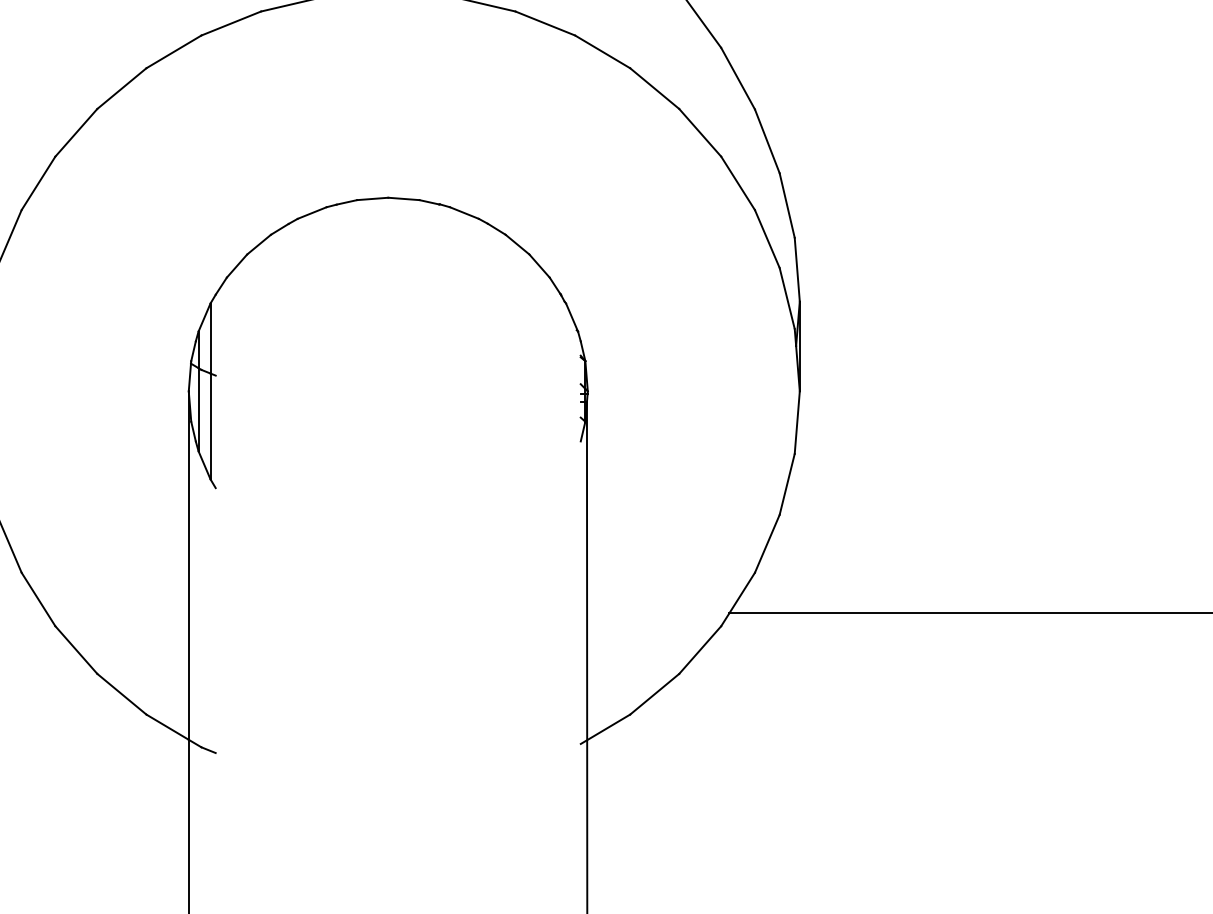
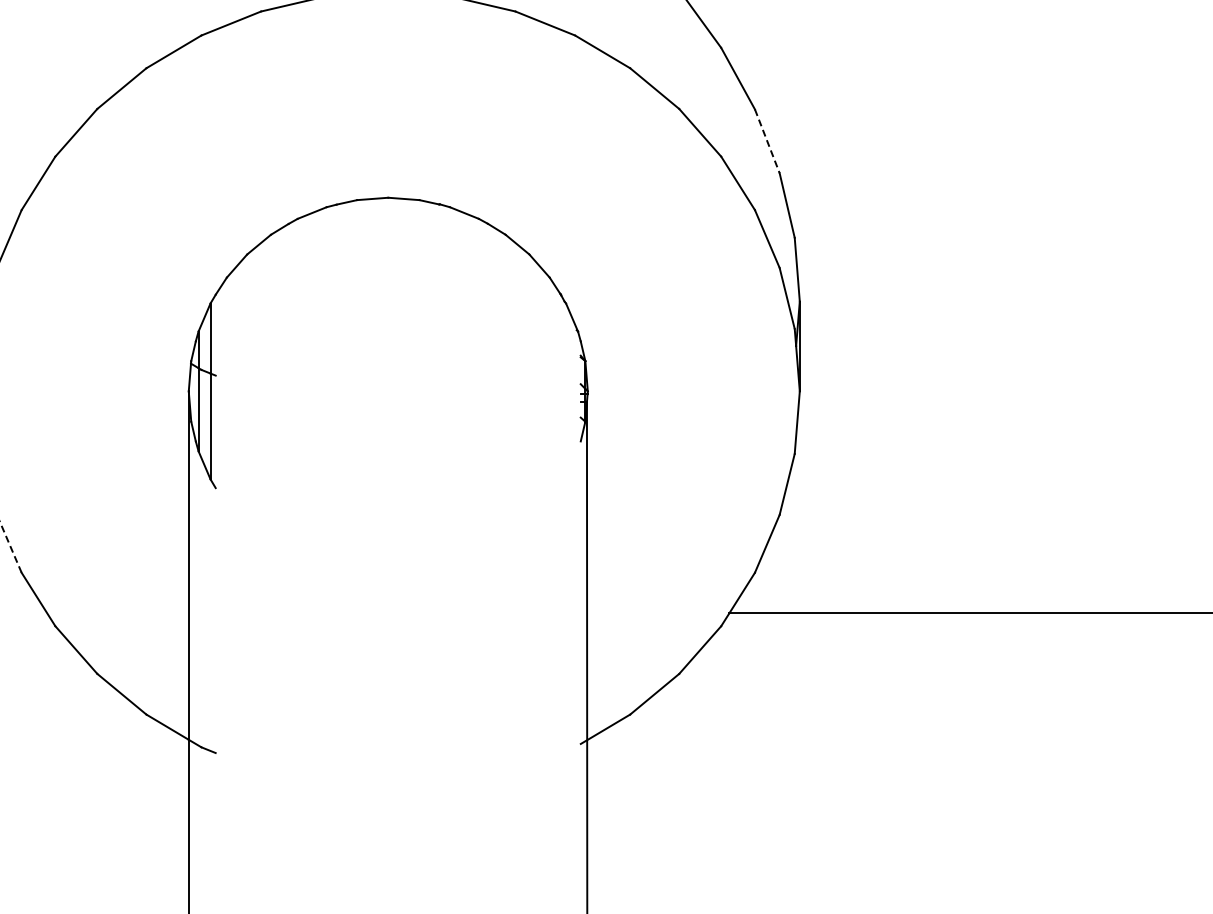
line at (767, 141): solid -> dashed
line at (10, 547): solid -> dashed
